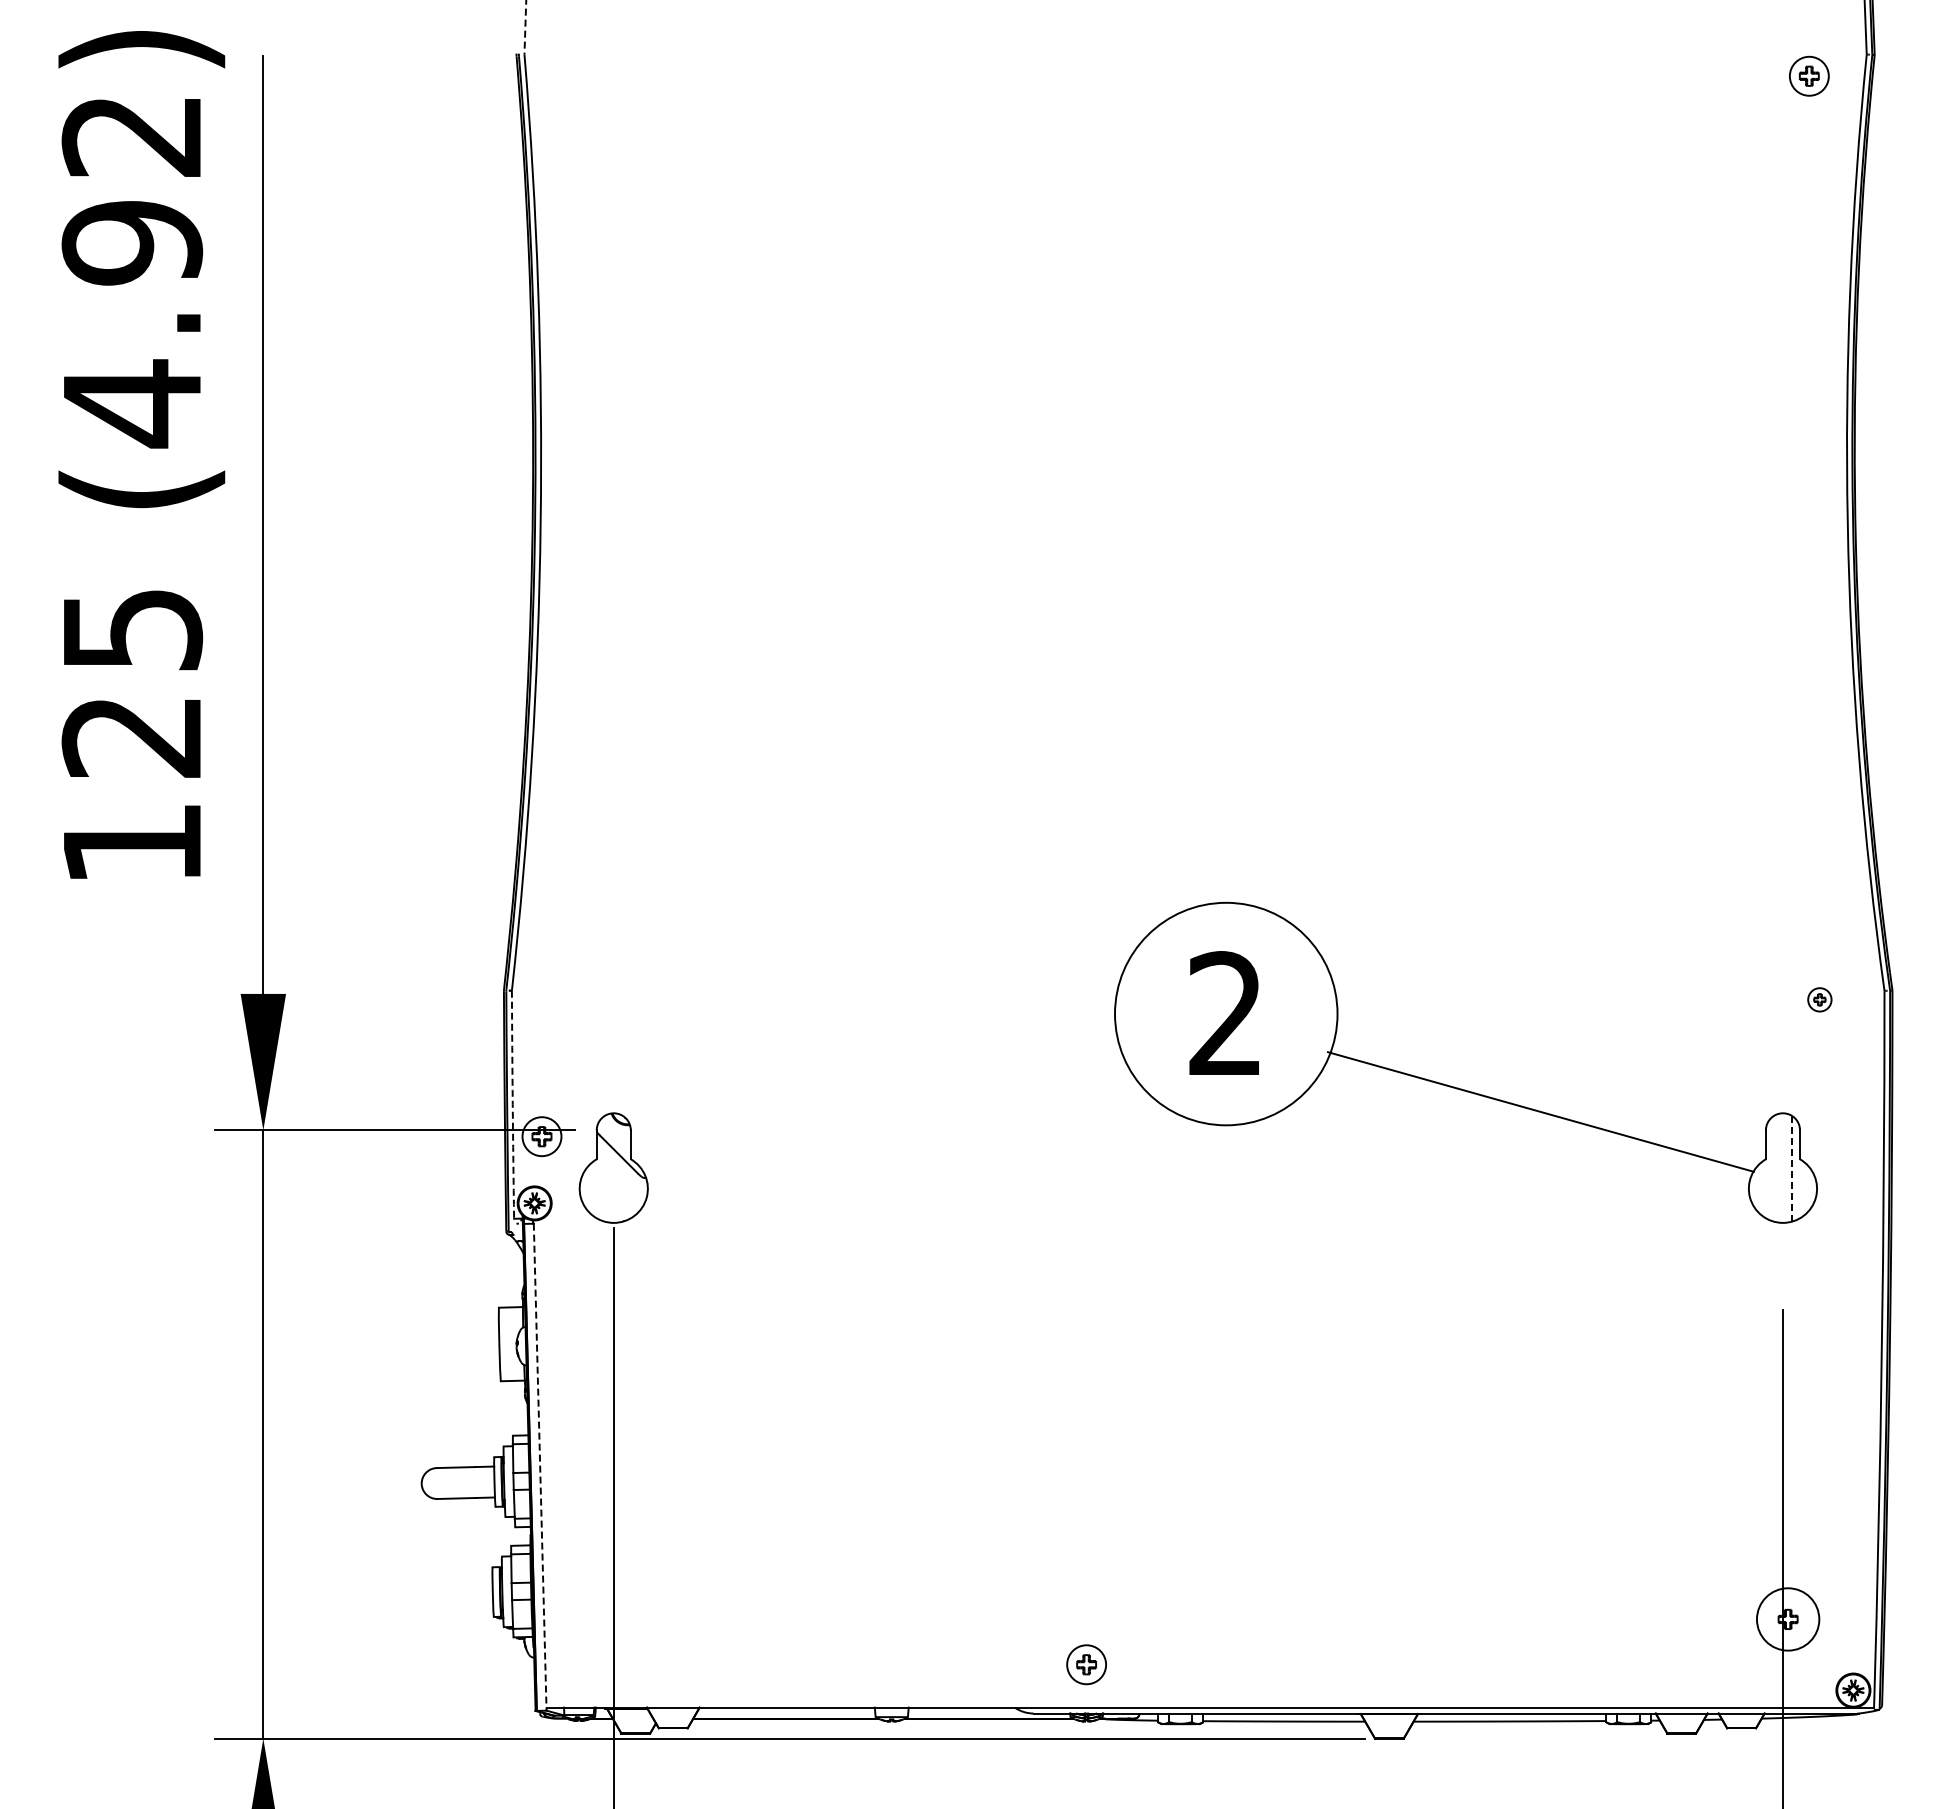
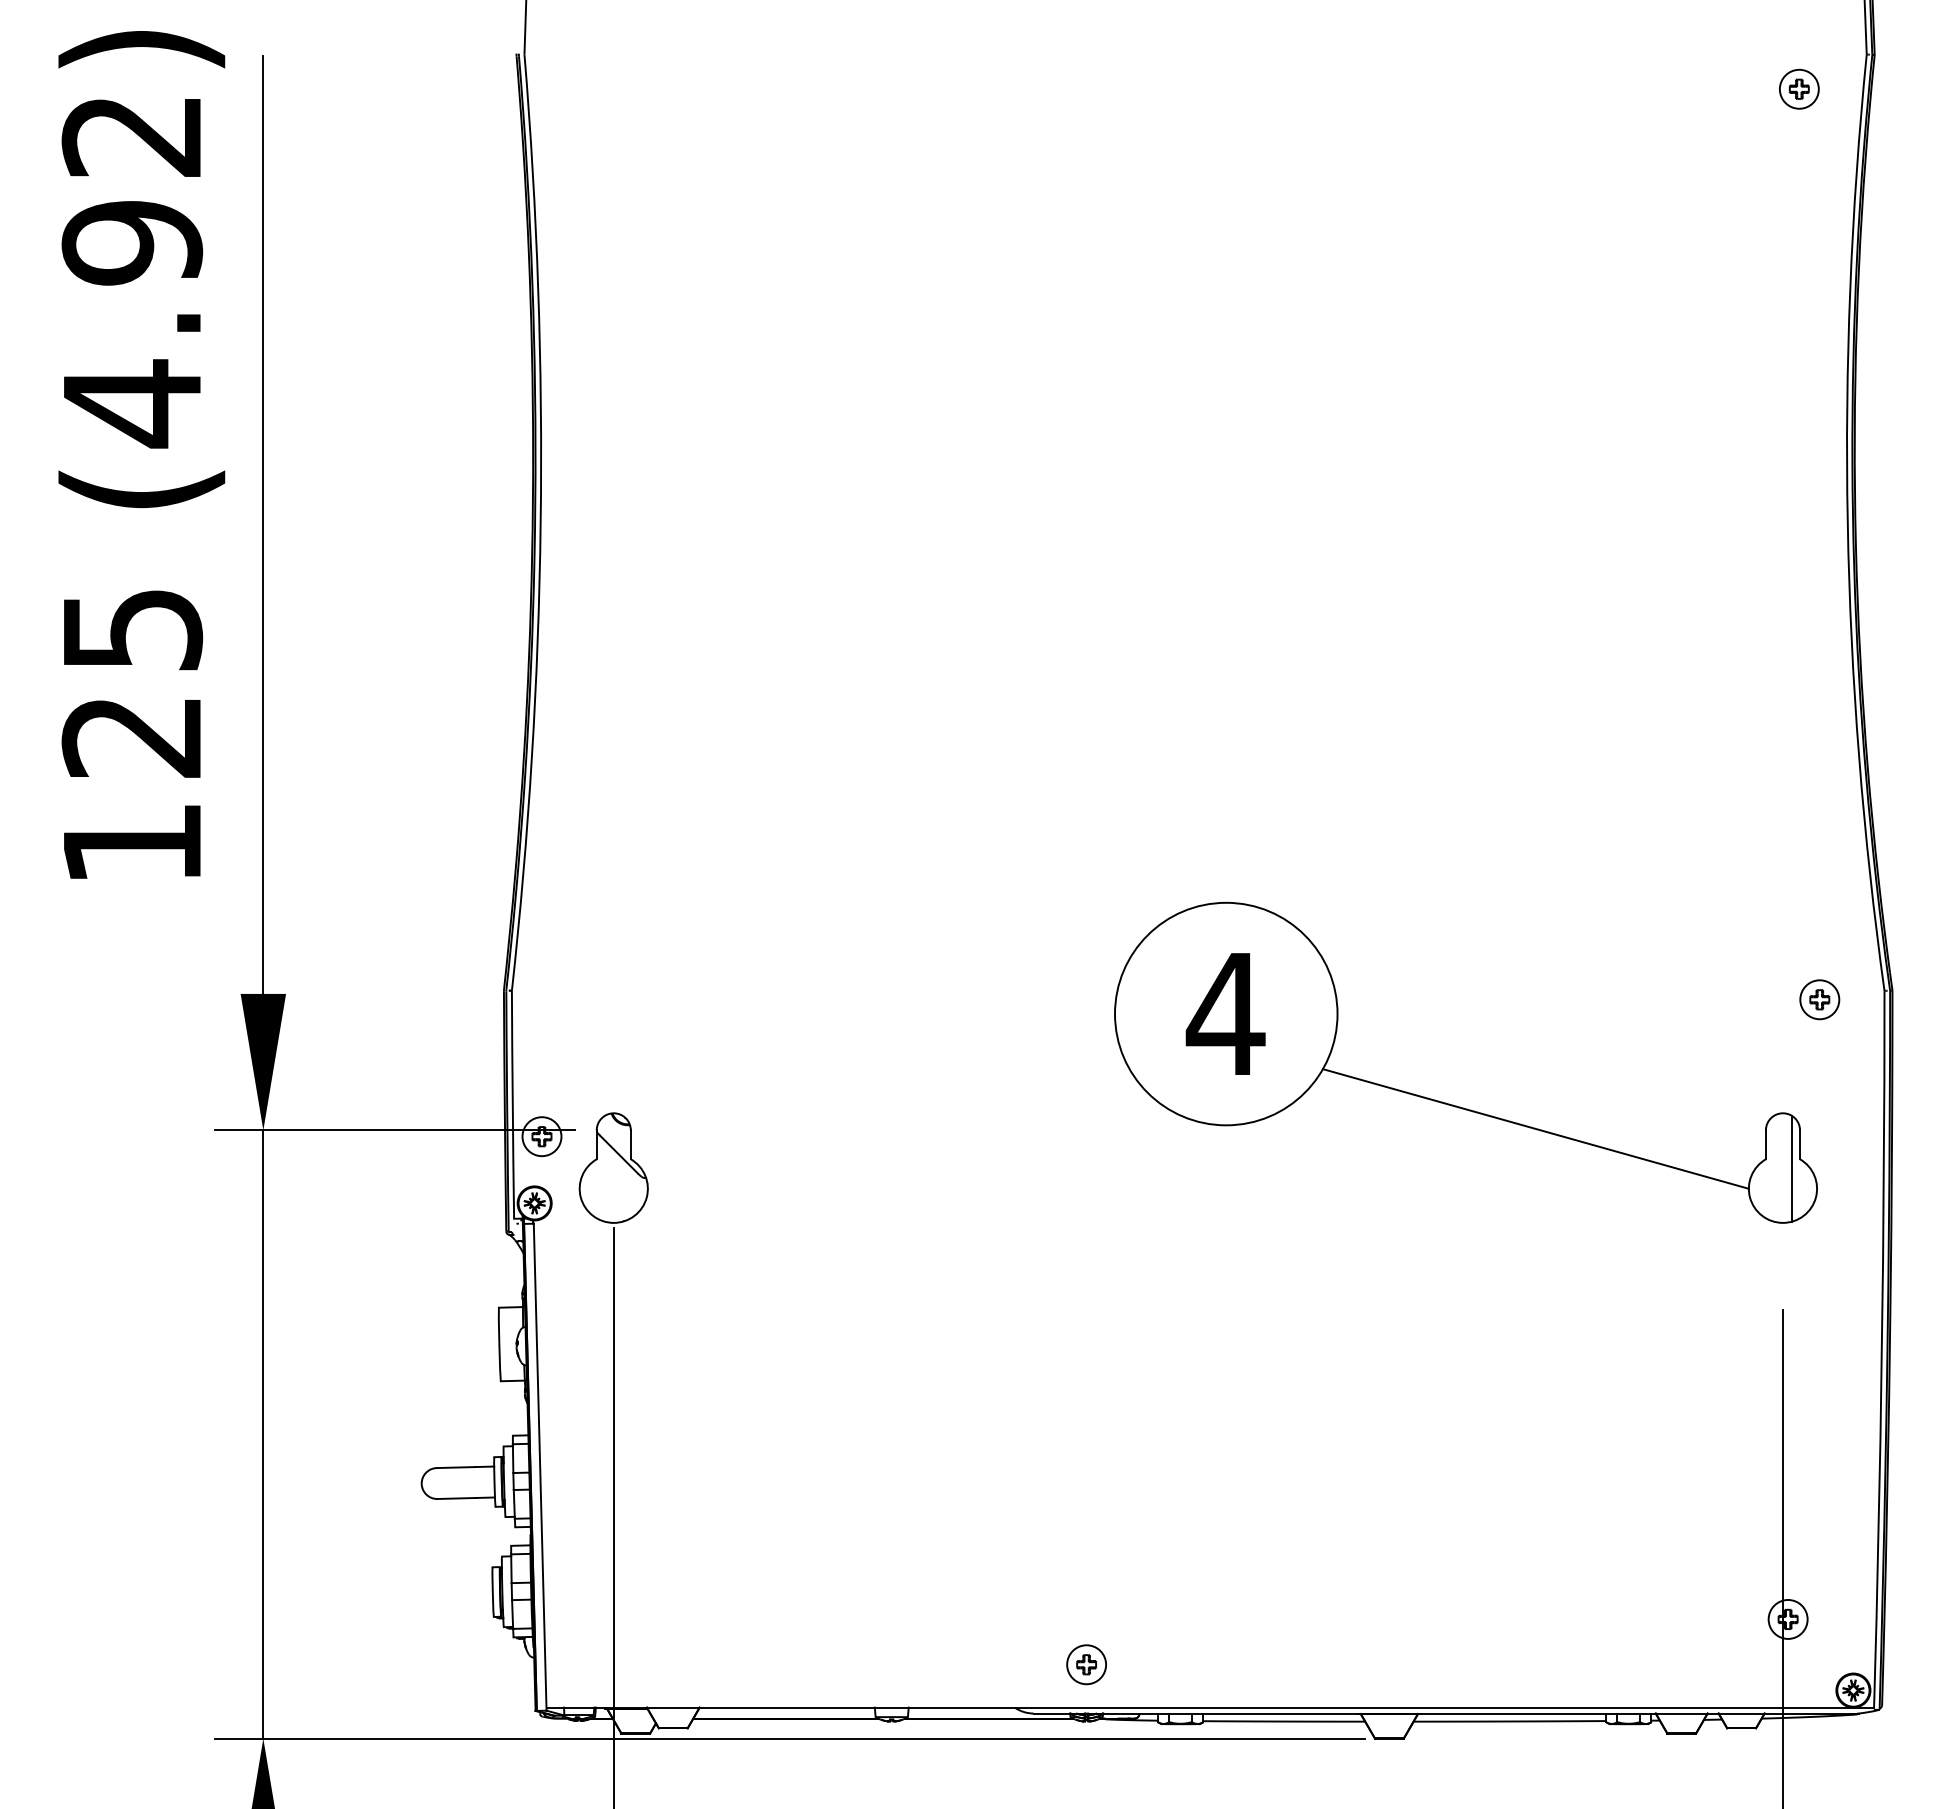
arc at (525, 27): dashed -> solid
part at (1809, 75) position: (1809, 75) -> (1799, 88)
part at (1819, 999) size: 26x26 px -> 42x42 px
text at (1225, 1012): 2 -> 4
arc at (512, 1104): dashed -> solid
line at (1540, 1111) position: (1540, 1111) -> (1535, 1128)
line at (1792, 1168): dashed -> solid
line at (540, 1467): dashed -> solid
circle at (1787, 1619) diameter: 62 px -> 39 px
